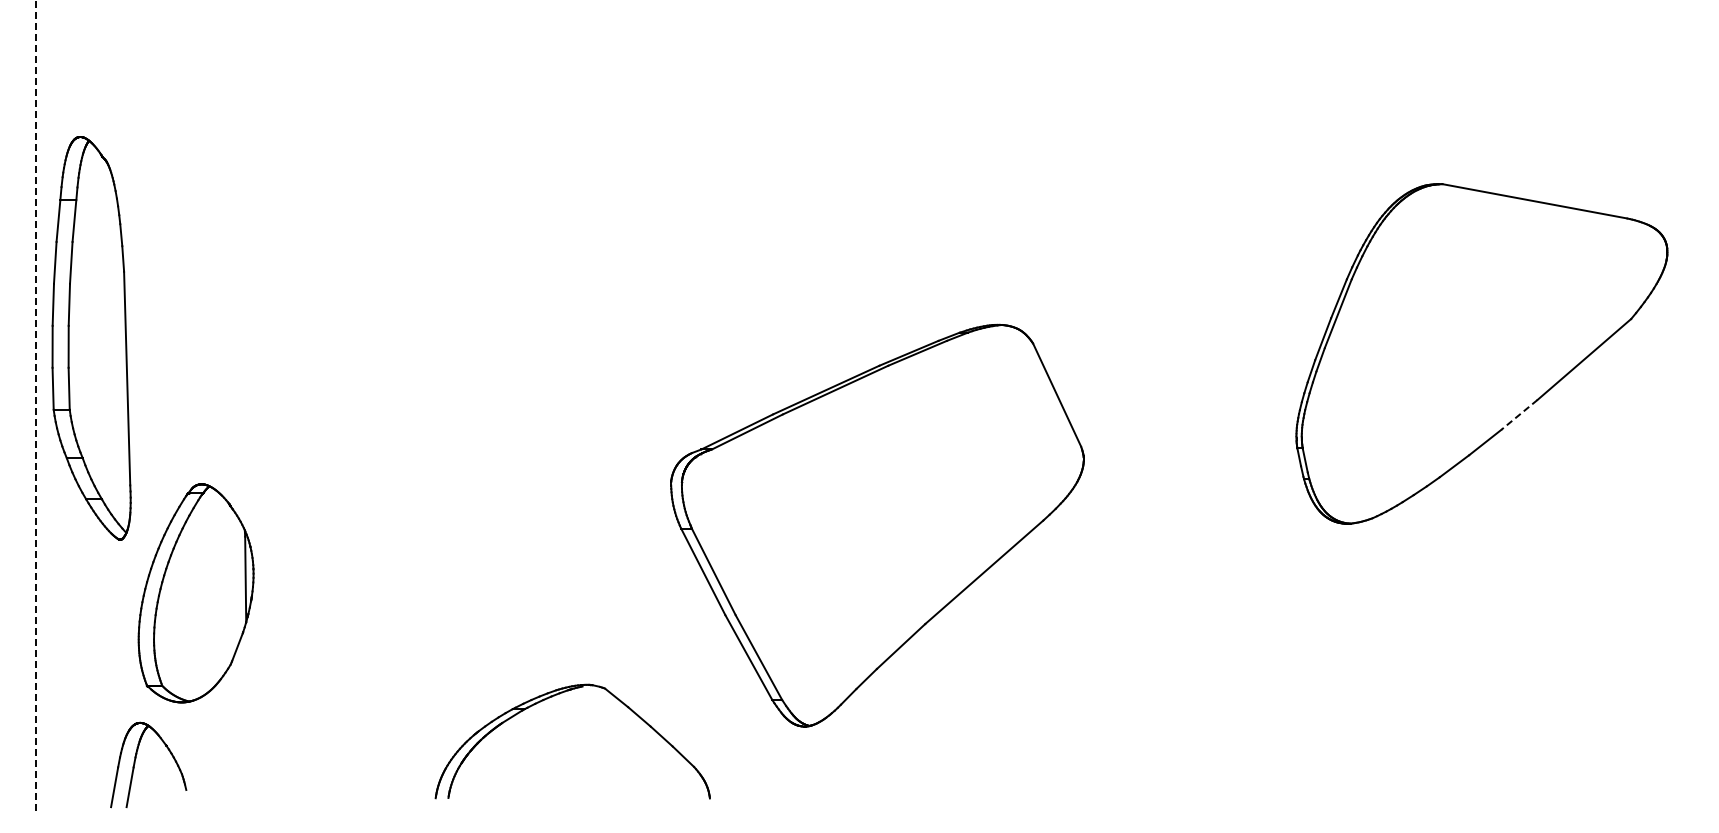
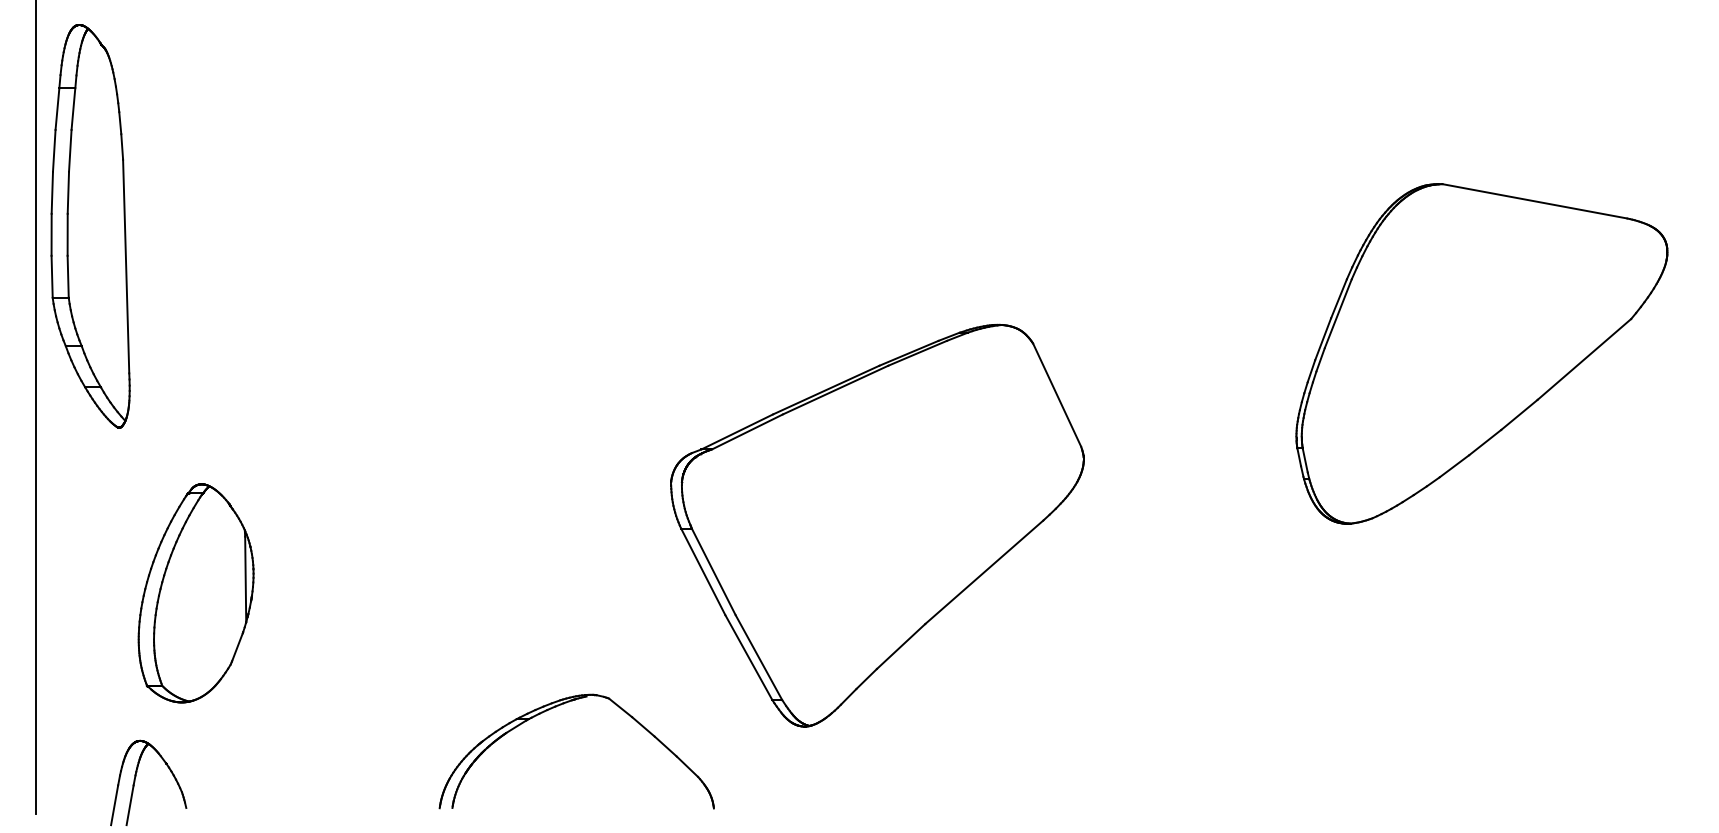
part at (91, 338) position: (91, 338) -> (90, 226)
line at (35, 407): dashed -> solid
line at (1519, 414): dashed -> solid
part at (552, 697) position: (552, 697) -> (556, 707)
part at (135, 764) position: (135, 764) -> (135, 782)
